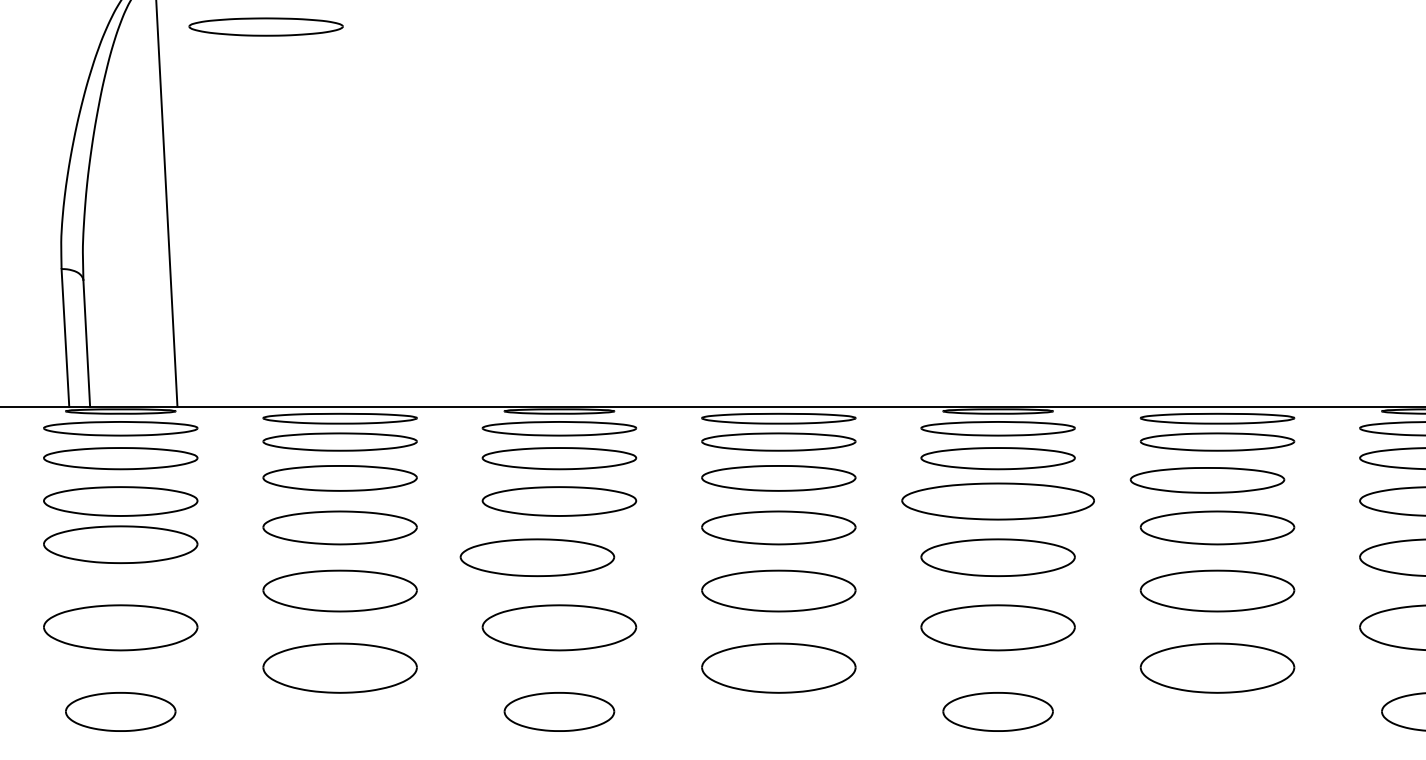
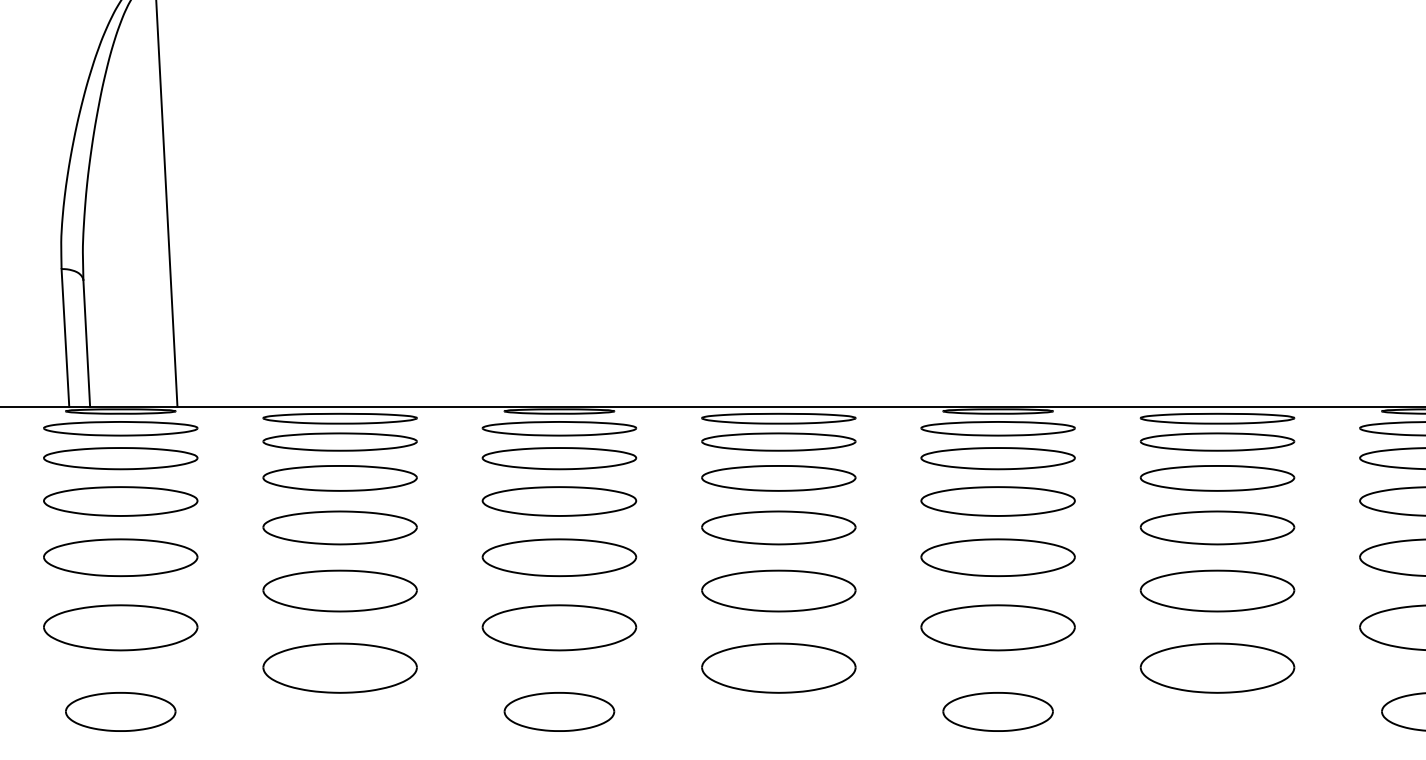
part at (265, 26): present -> none
part at (1207, 480) position: (1207, 480) -> (1217, 478)
part at (997, 501) size: 194x39 px -> 156x31 px
part at (120, 544) position: (120, 544) -> (120, 557)
part at (537, 557) position: (537, 557) -> (559, 557)
